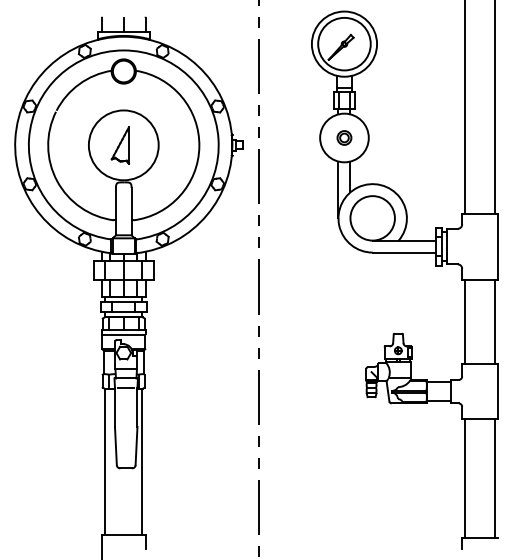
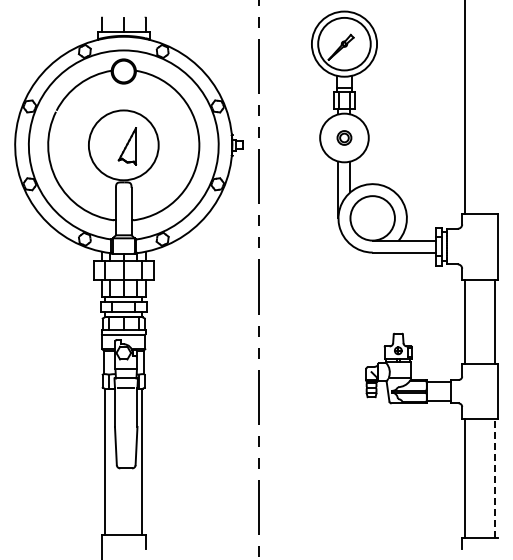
line at (494, 107): present -> none
part at (120, 145) position: (120, 145) -> (127, 146)
line at (494, 478): solid -> dashed
